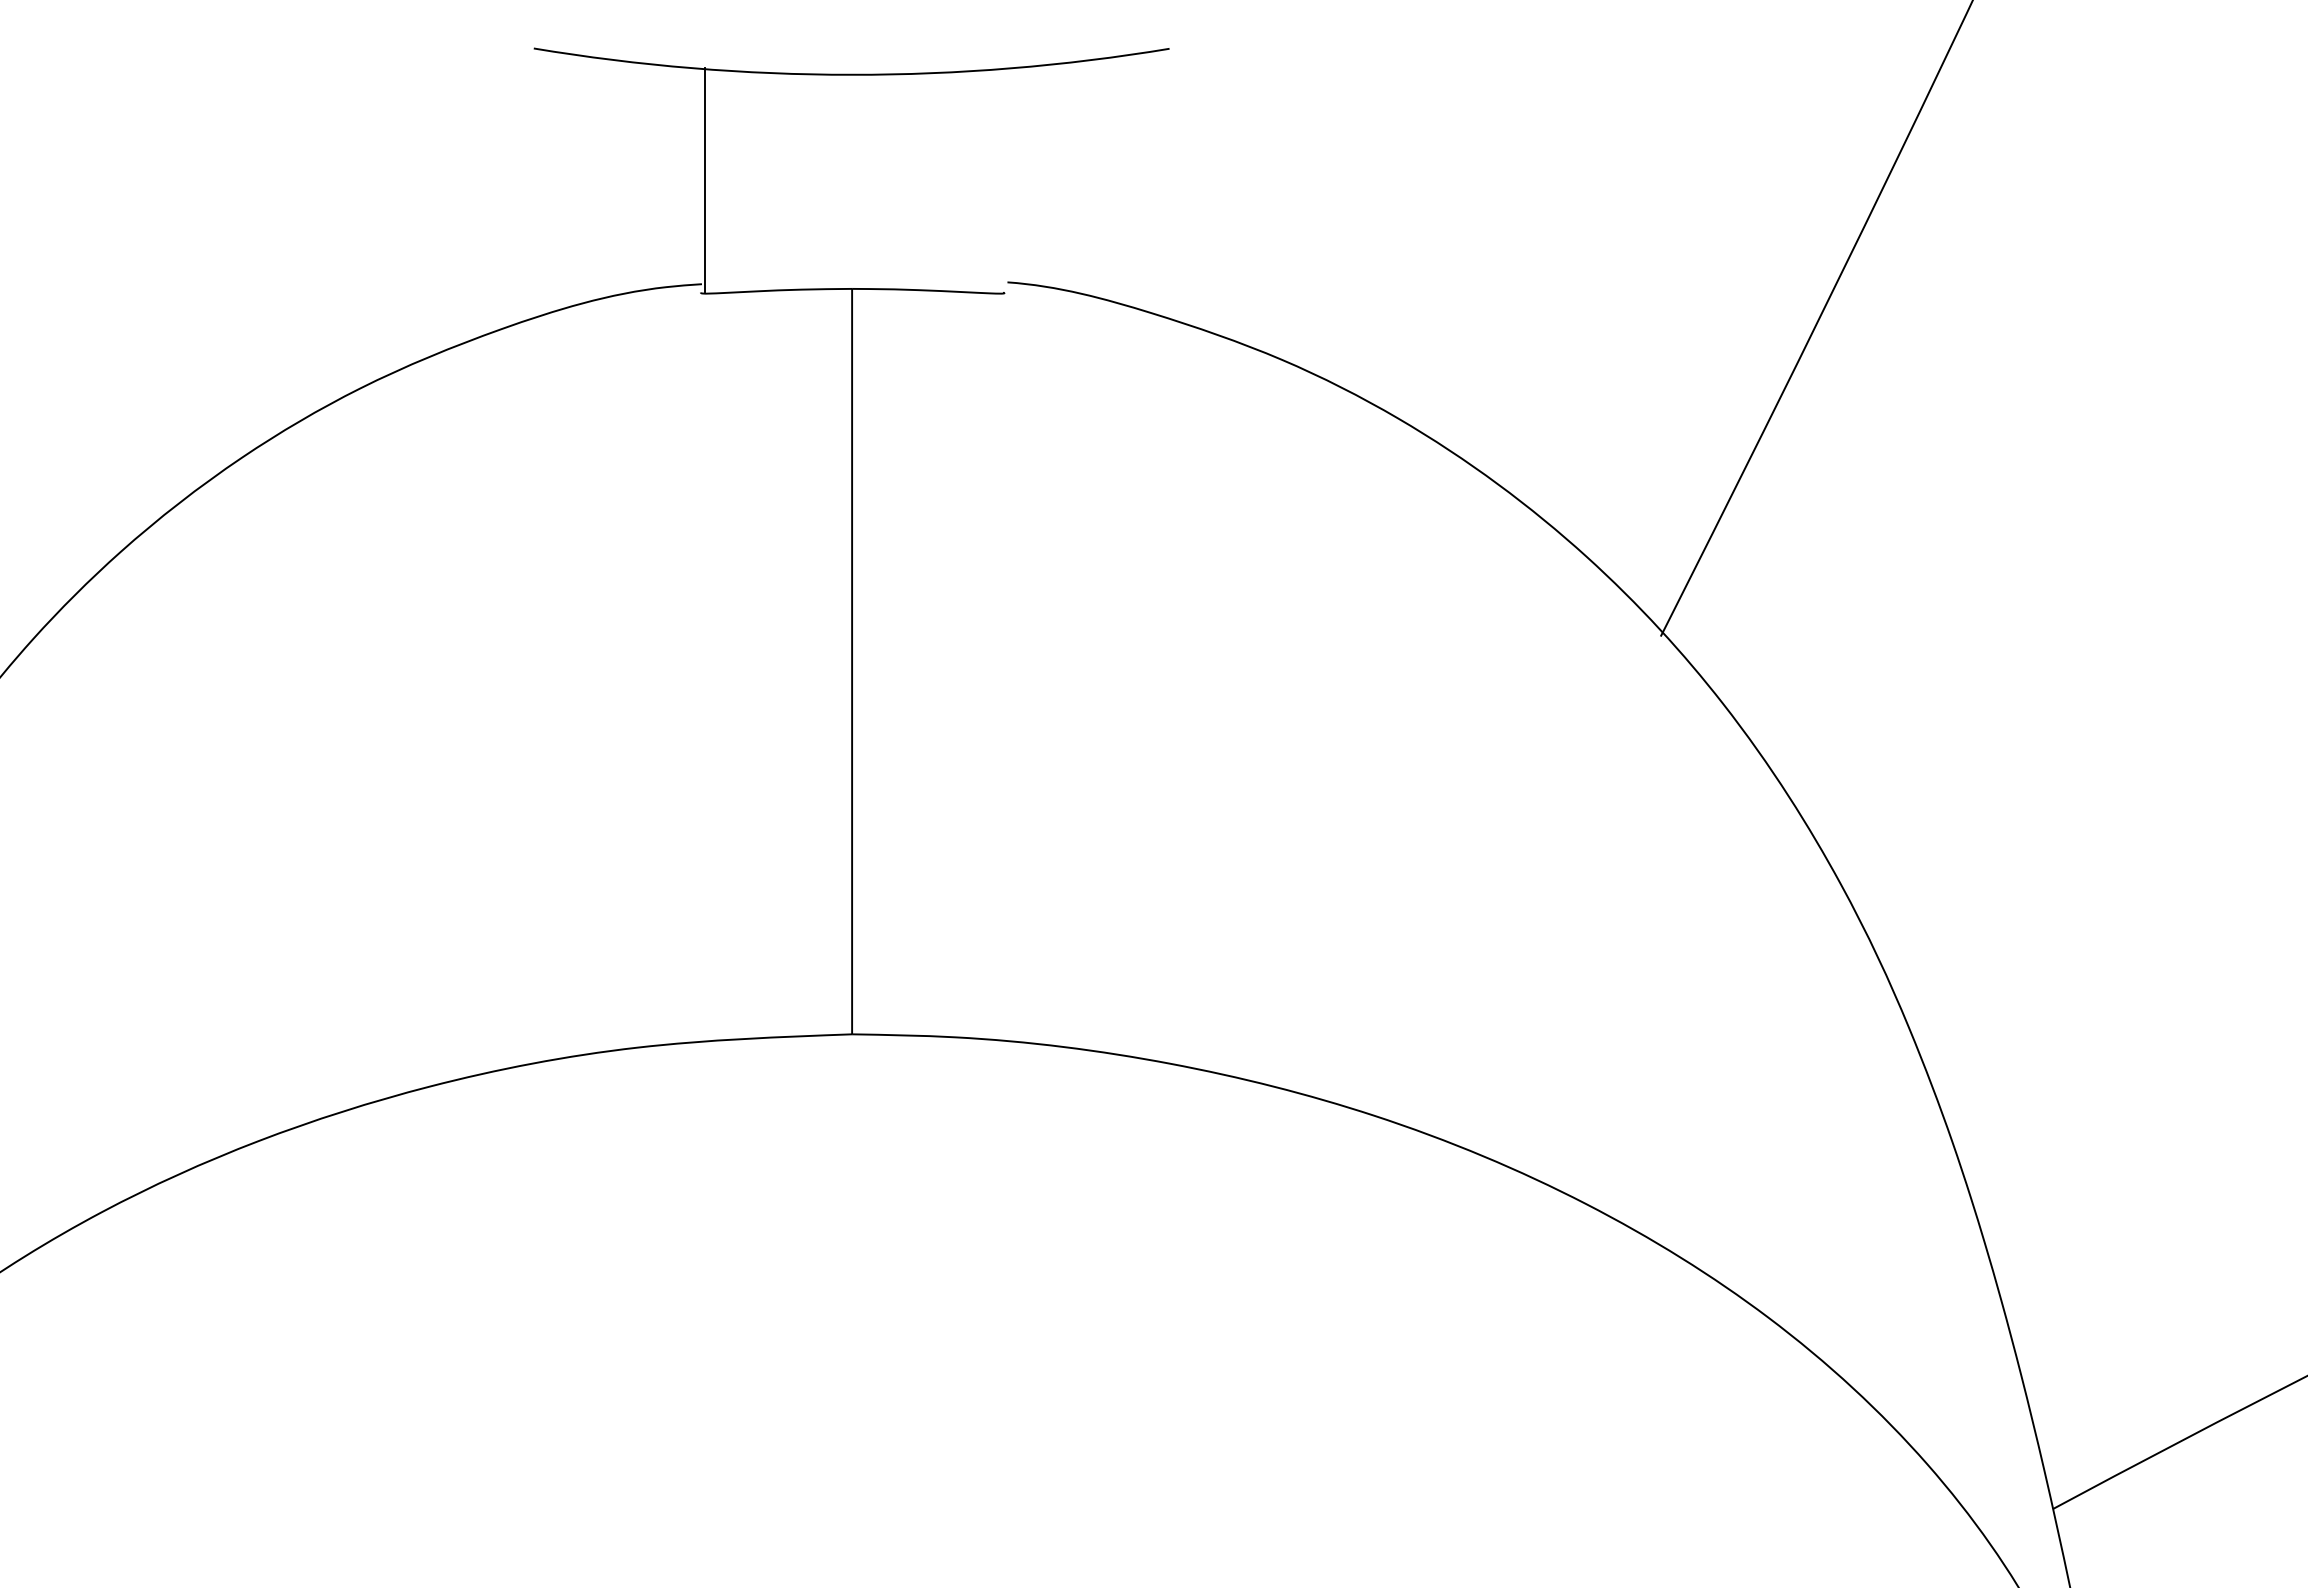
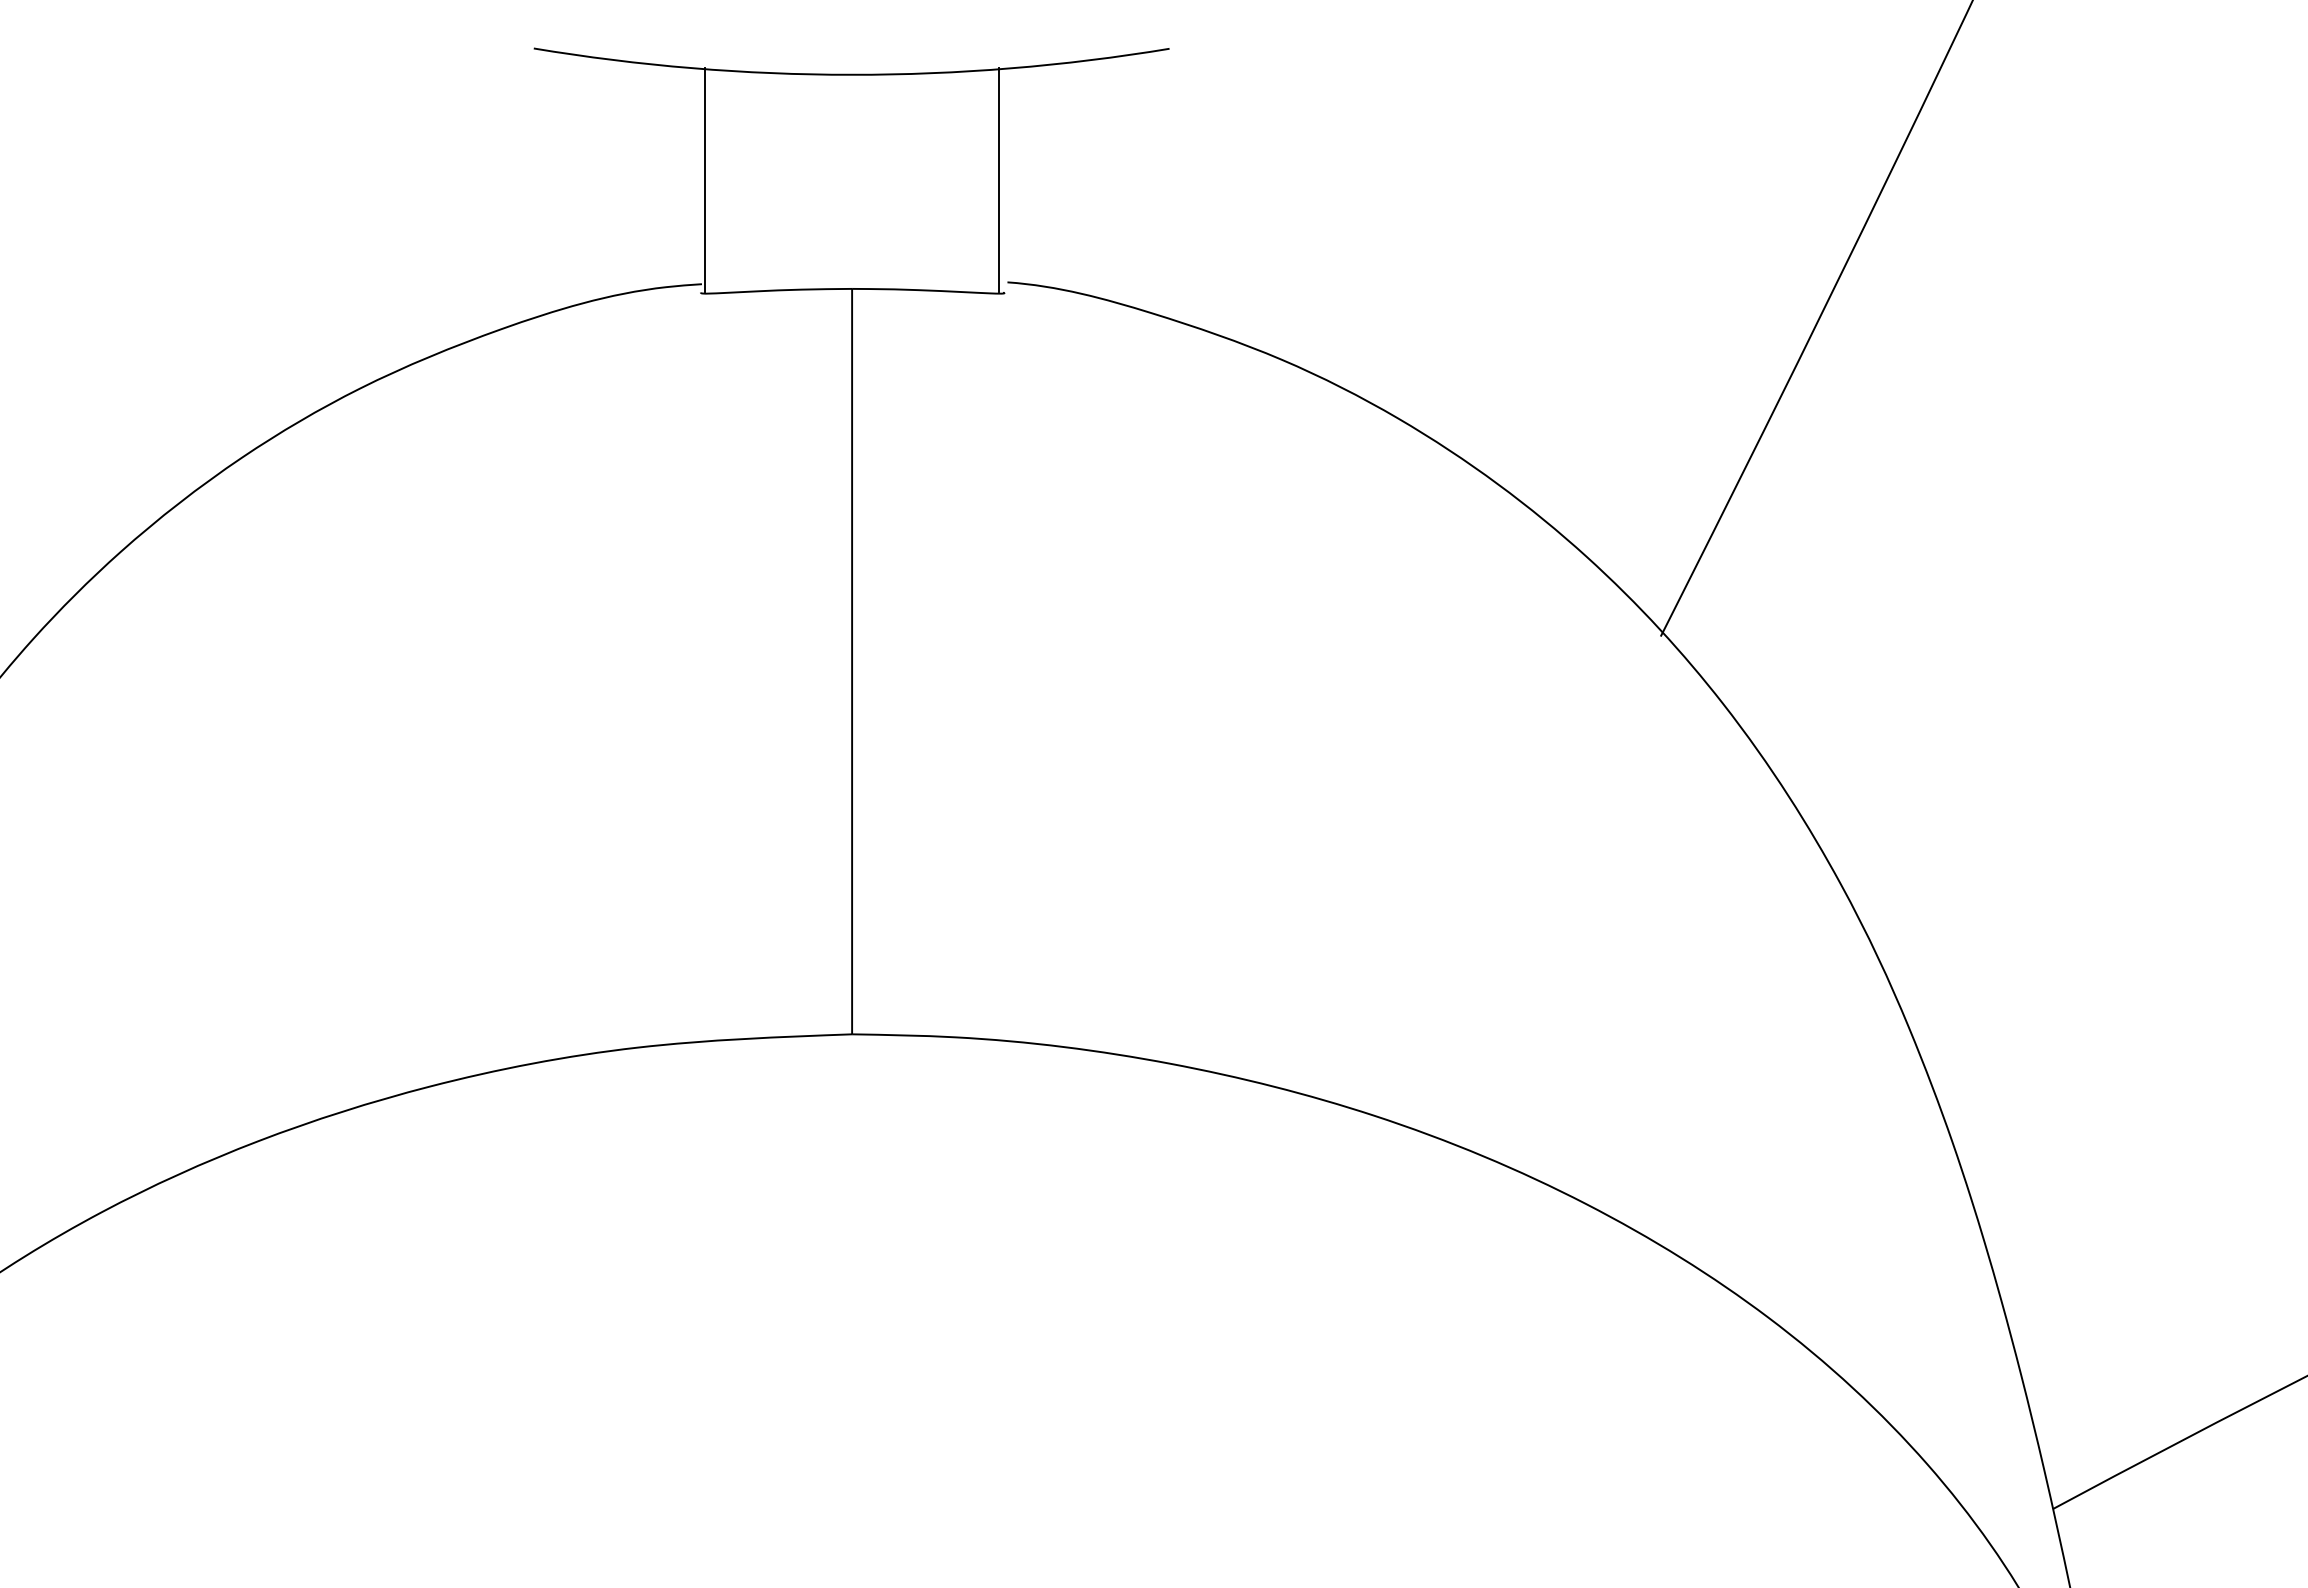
line at (999, 179): none -> present
